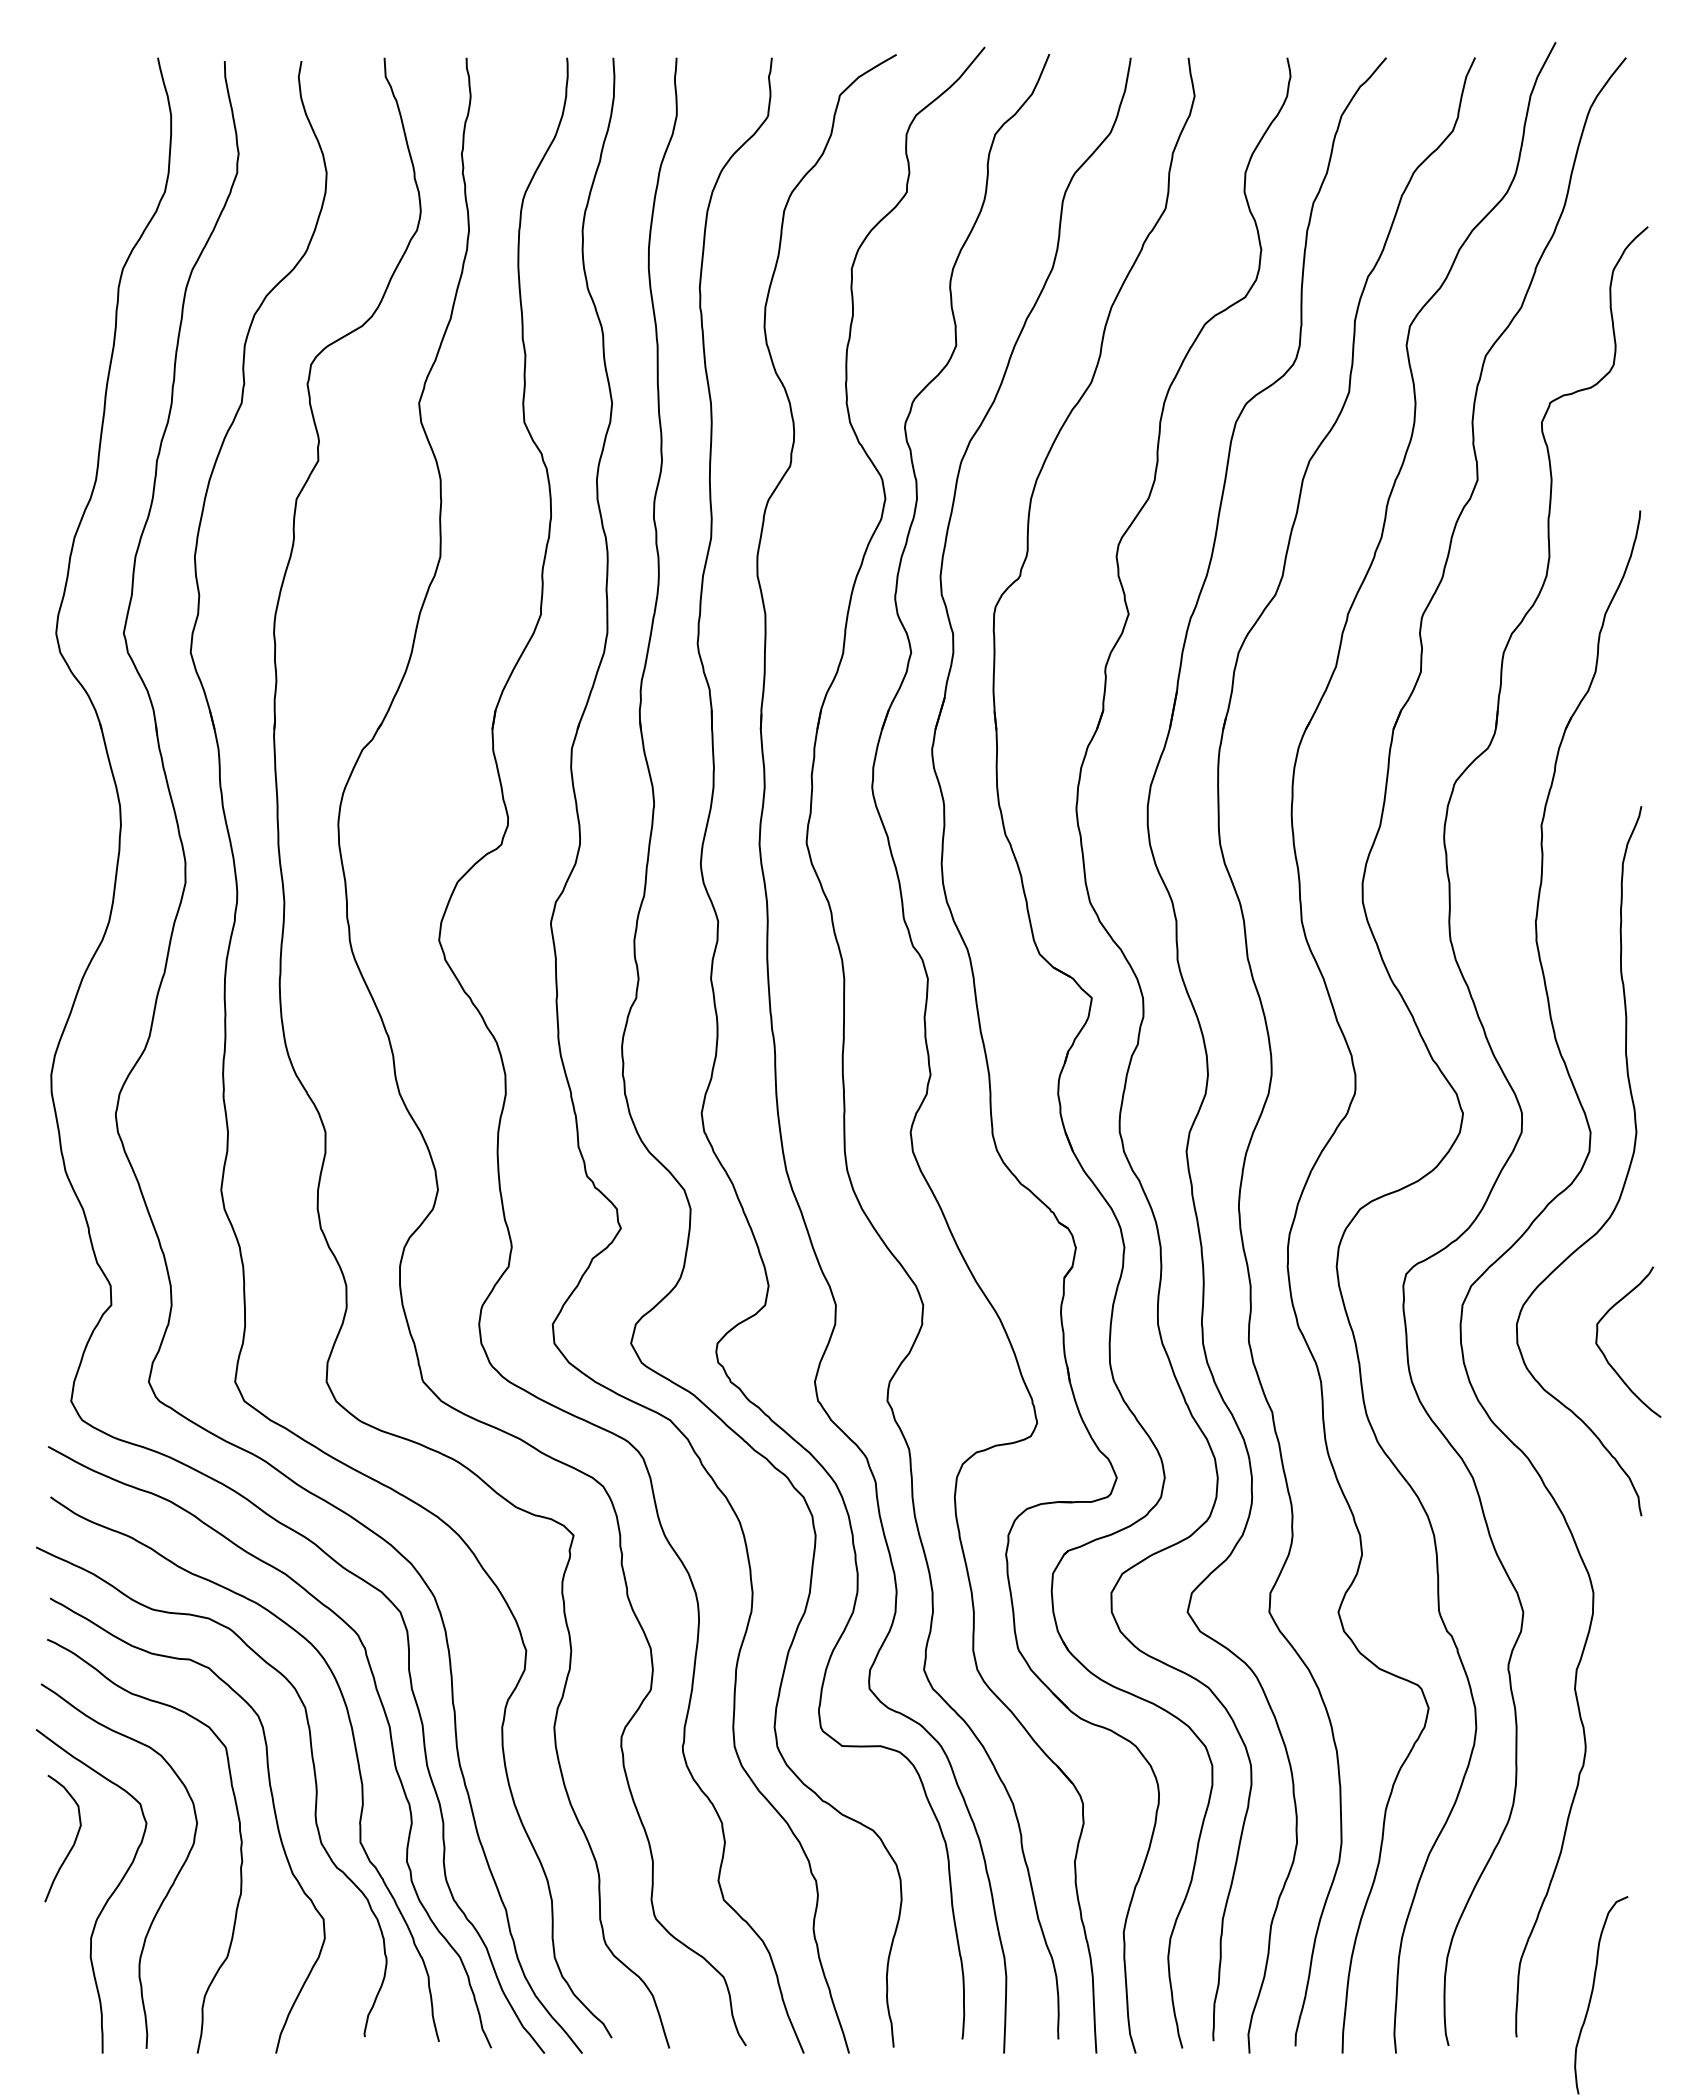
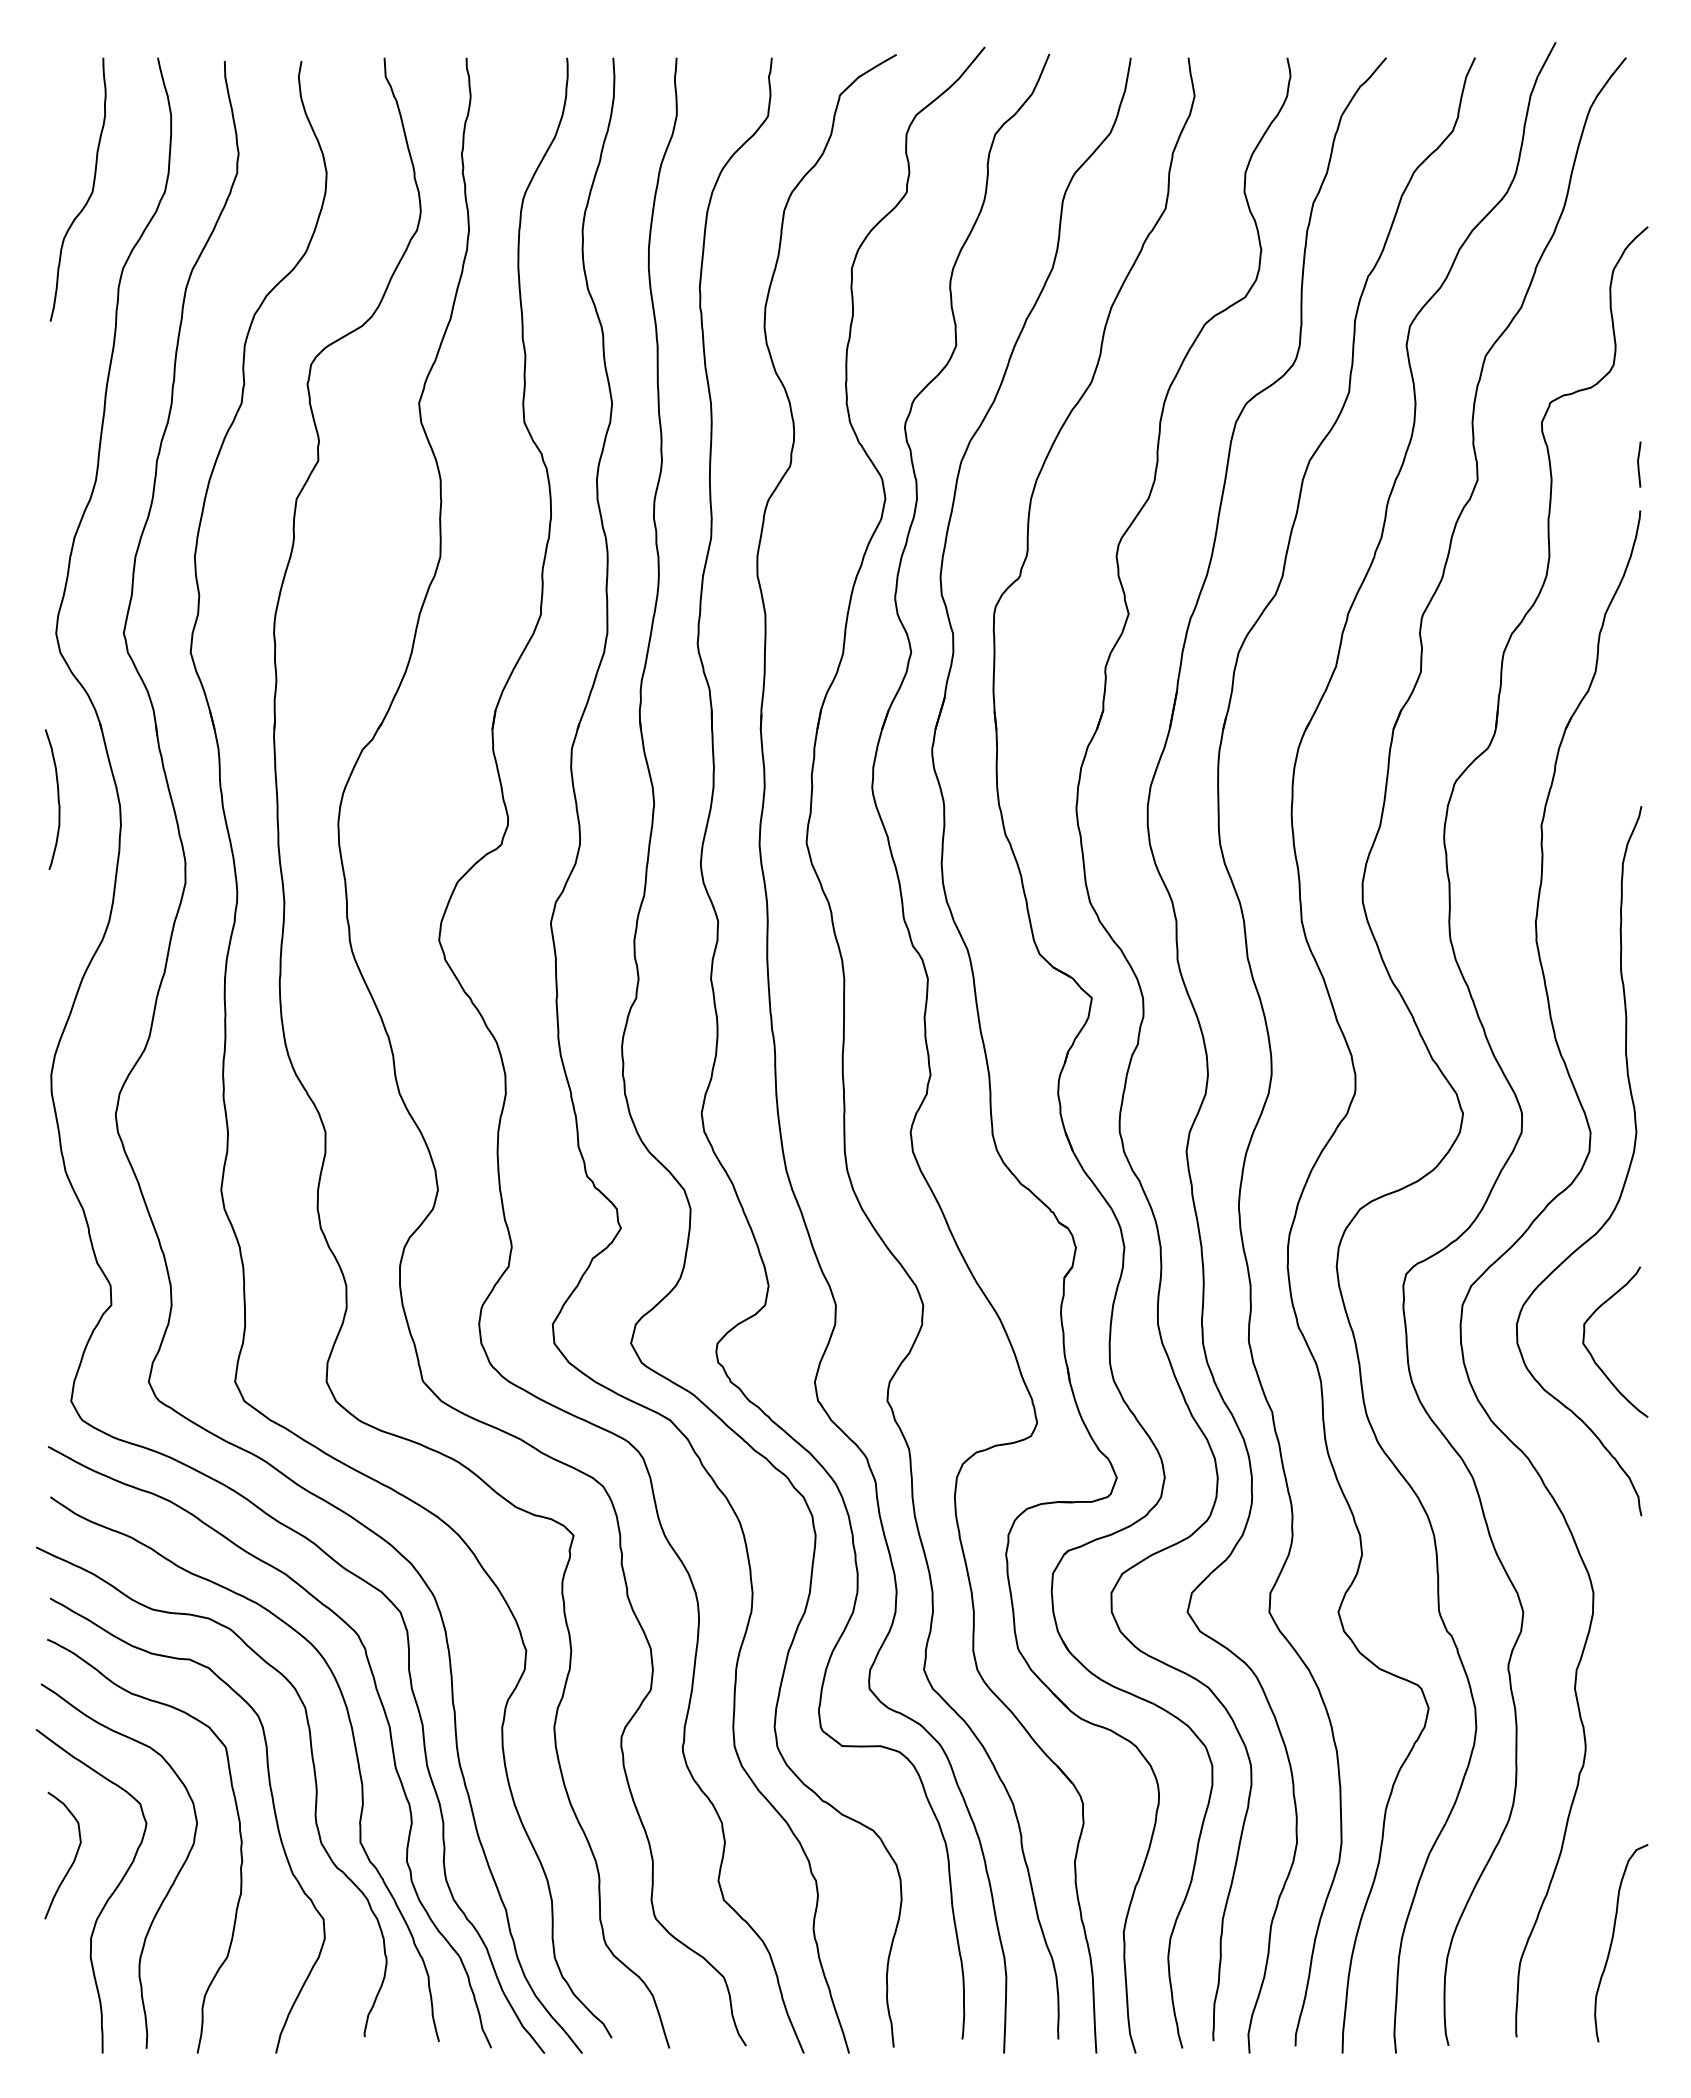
curve at (89, 195): none -> present
curve at (1639, 464): none -> present
curve at (57, 799): none -> present
curve at (1604, 1353) position: (1604, 1353) -> (1591, 1353)
curve at (73, 1842) position: (73, 1842) -> (73, 1859)
curve at (1593, 1991) position: (1593, 1991) -> (1613, 1939)
